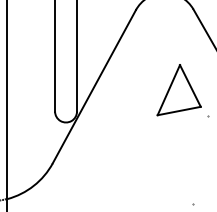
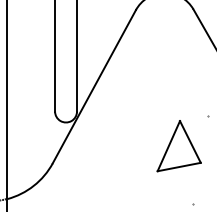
part at (178, 90) position: (178, 90) -> (178, 146)
